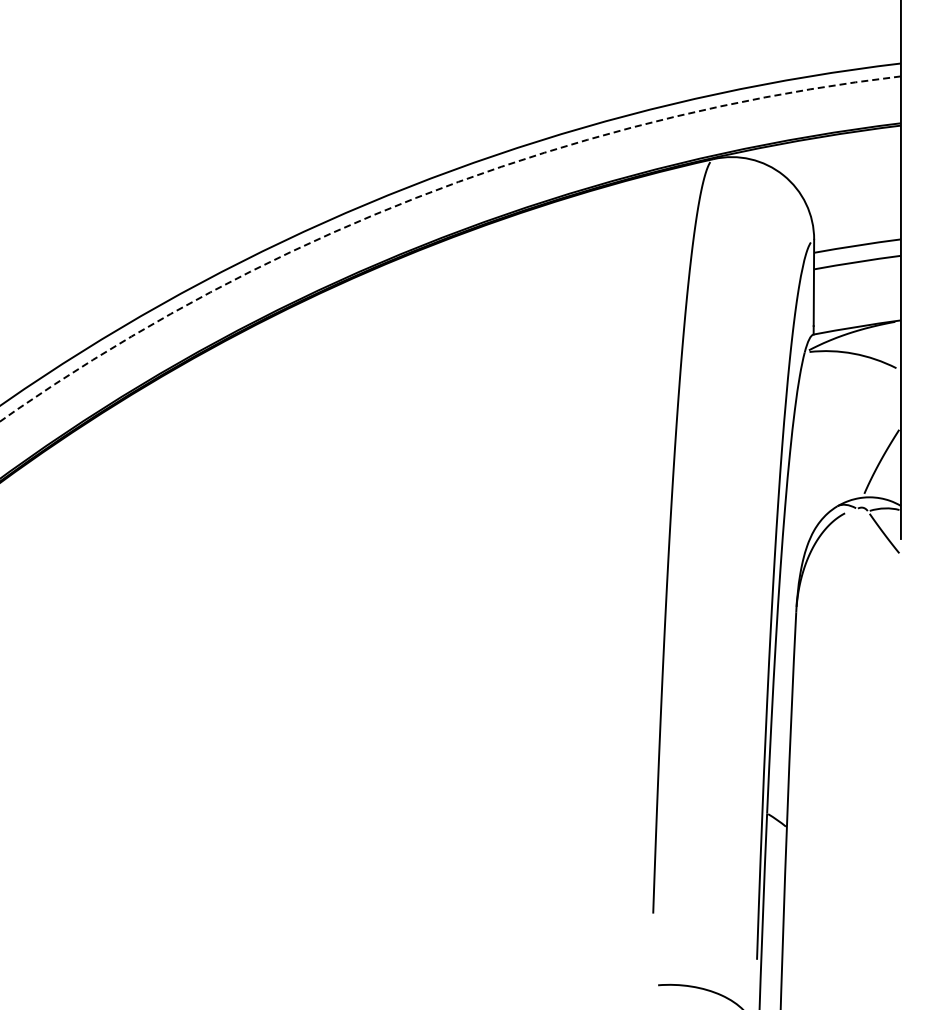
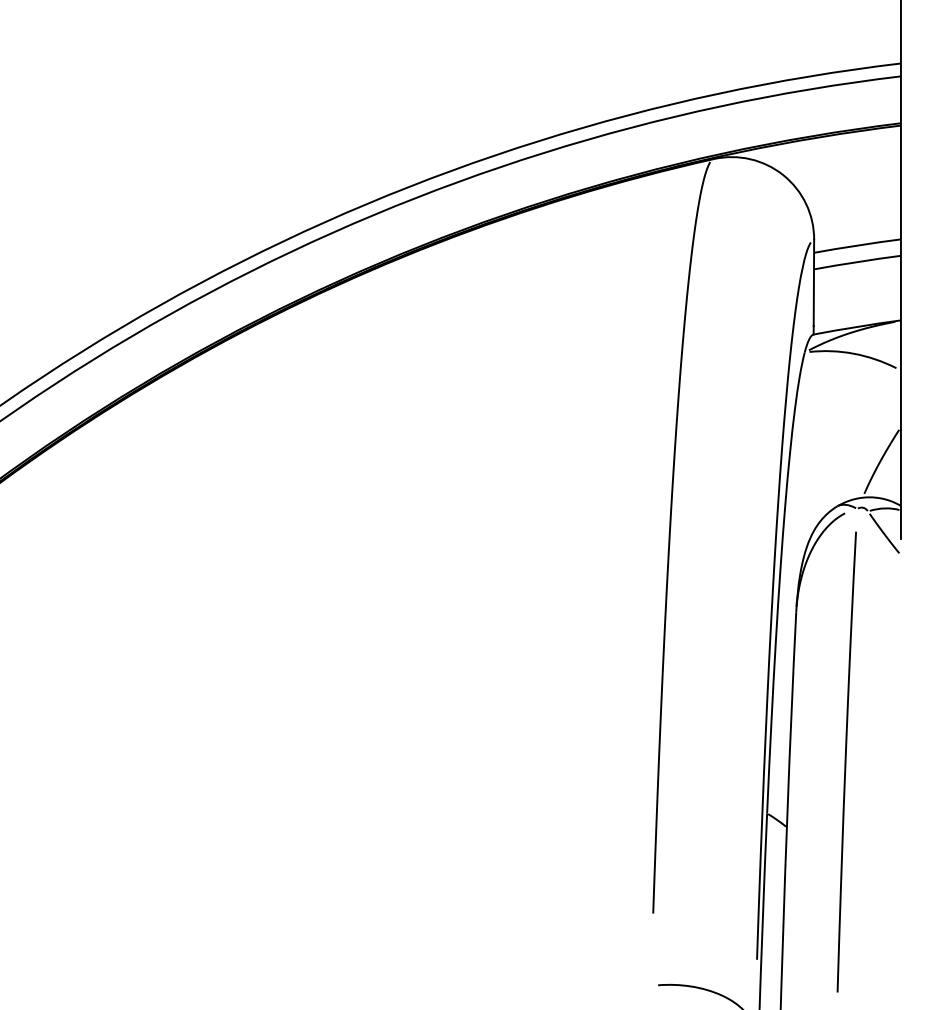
arc at (427, 193): dashed -> solid
curve at (846, 761): none -> present
